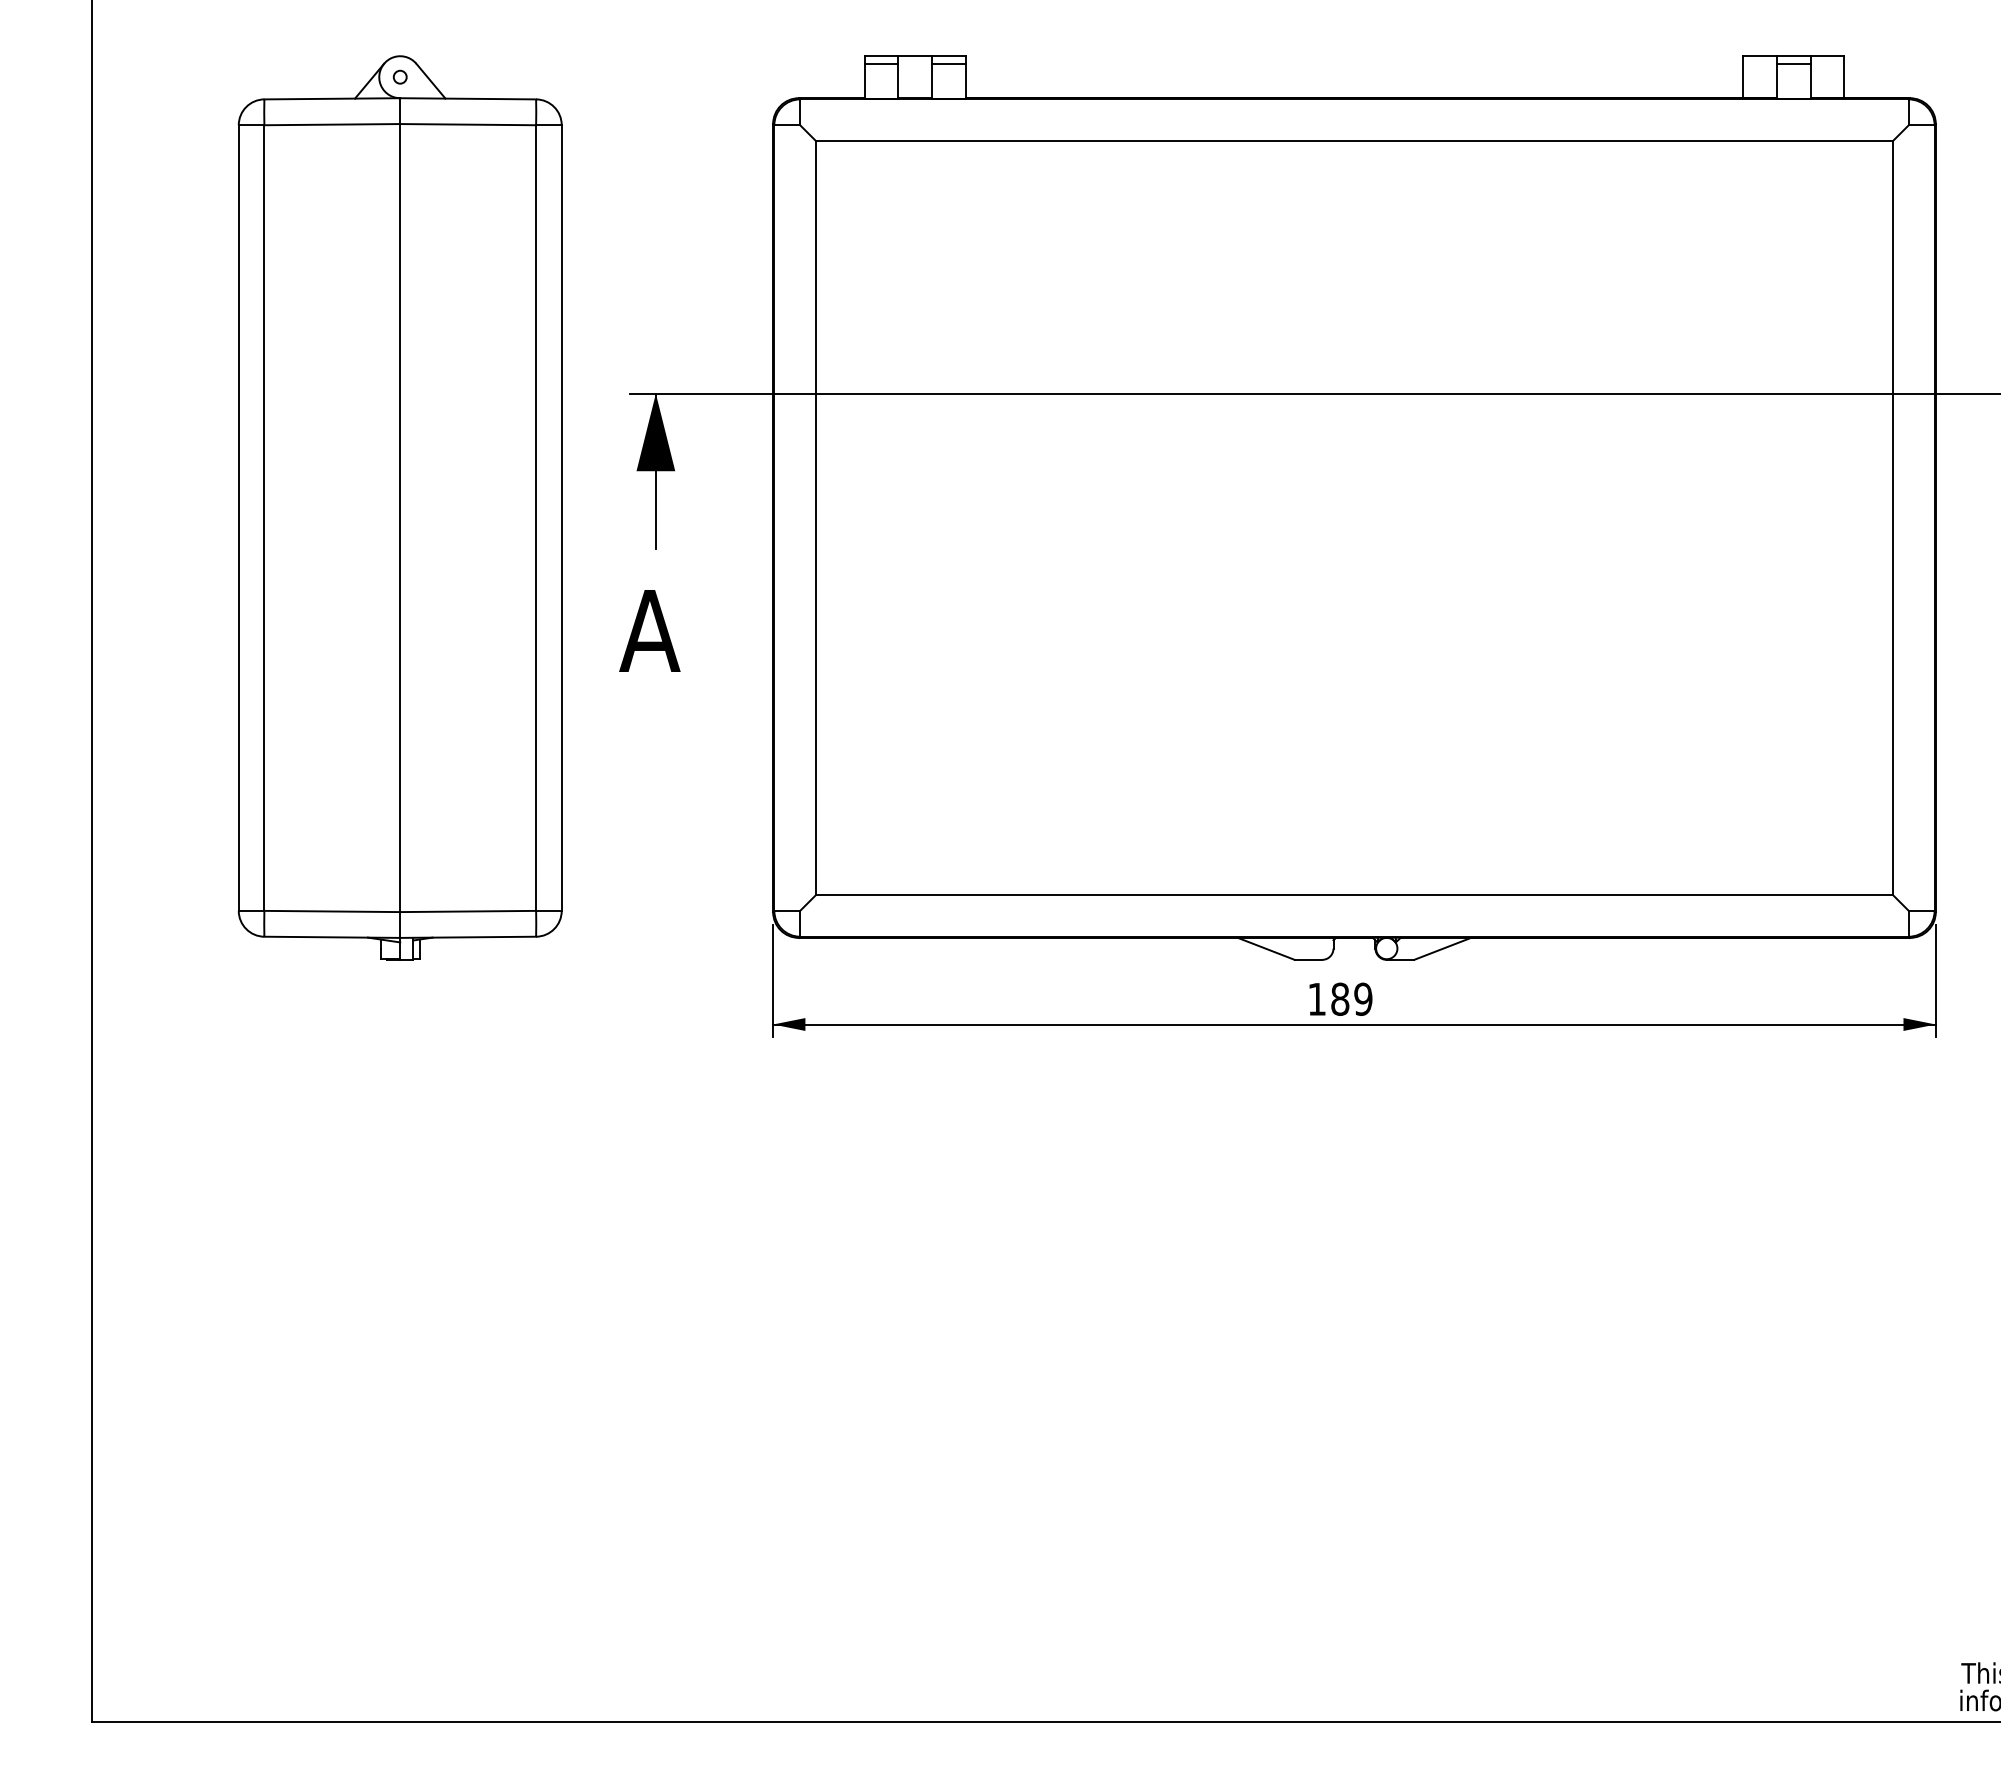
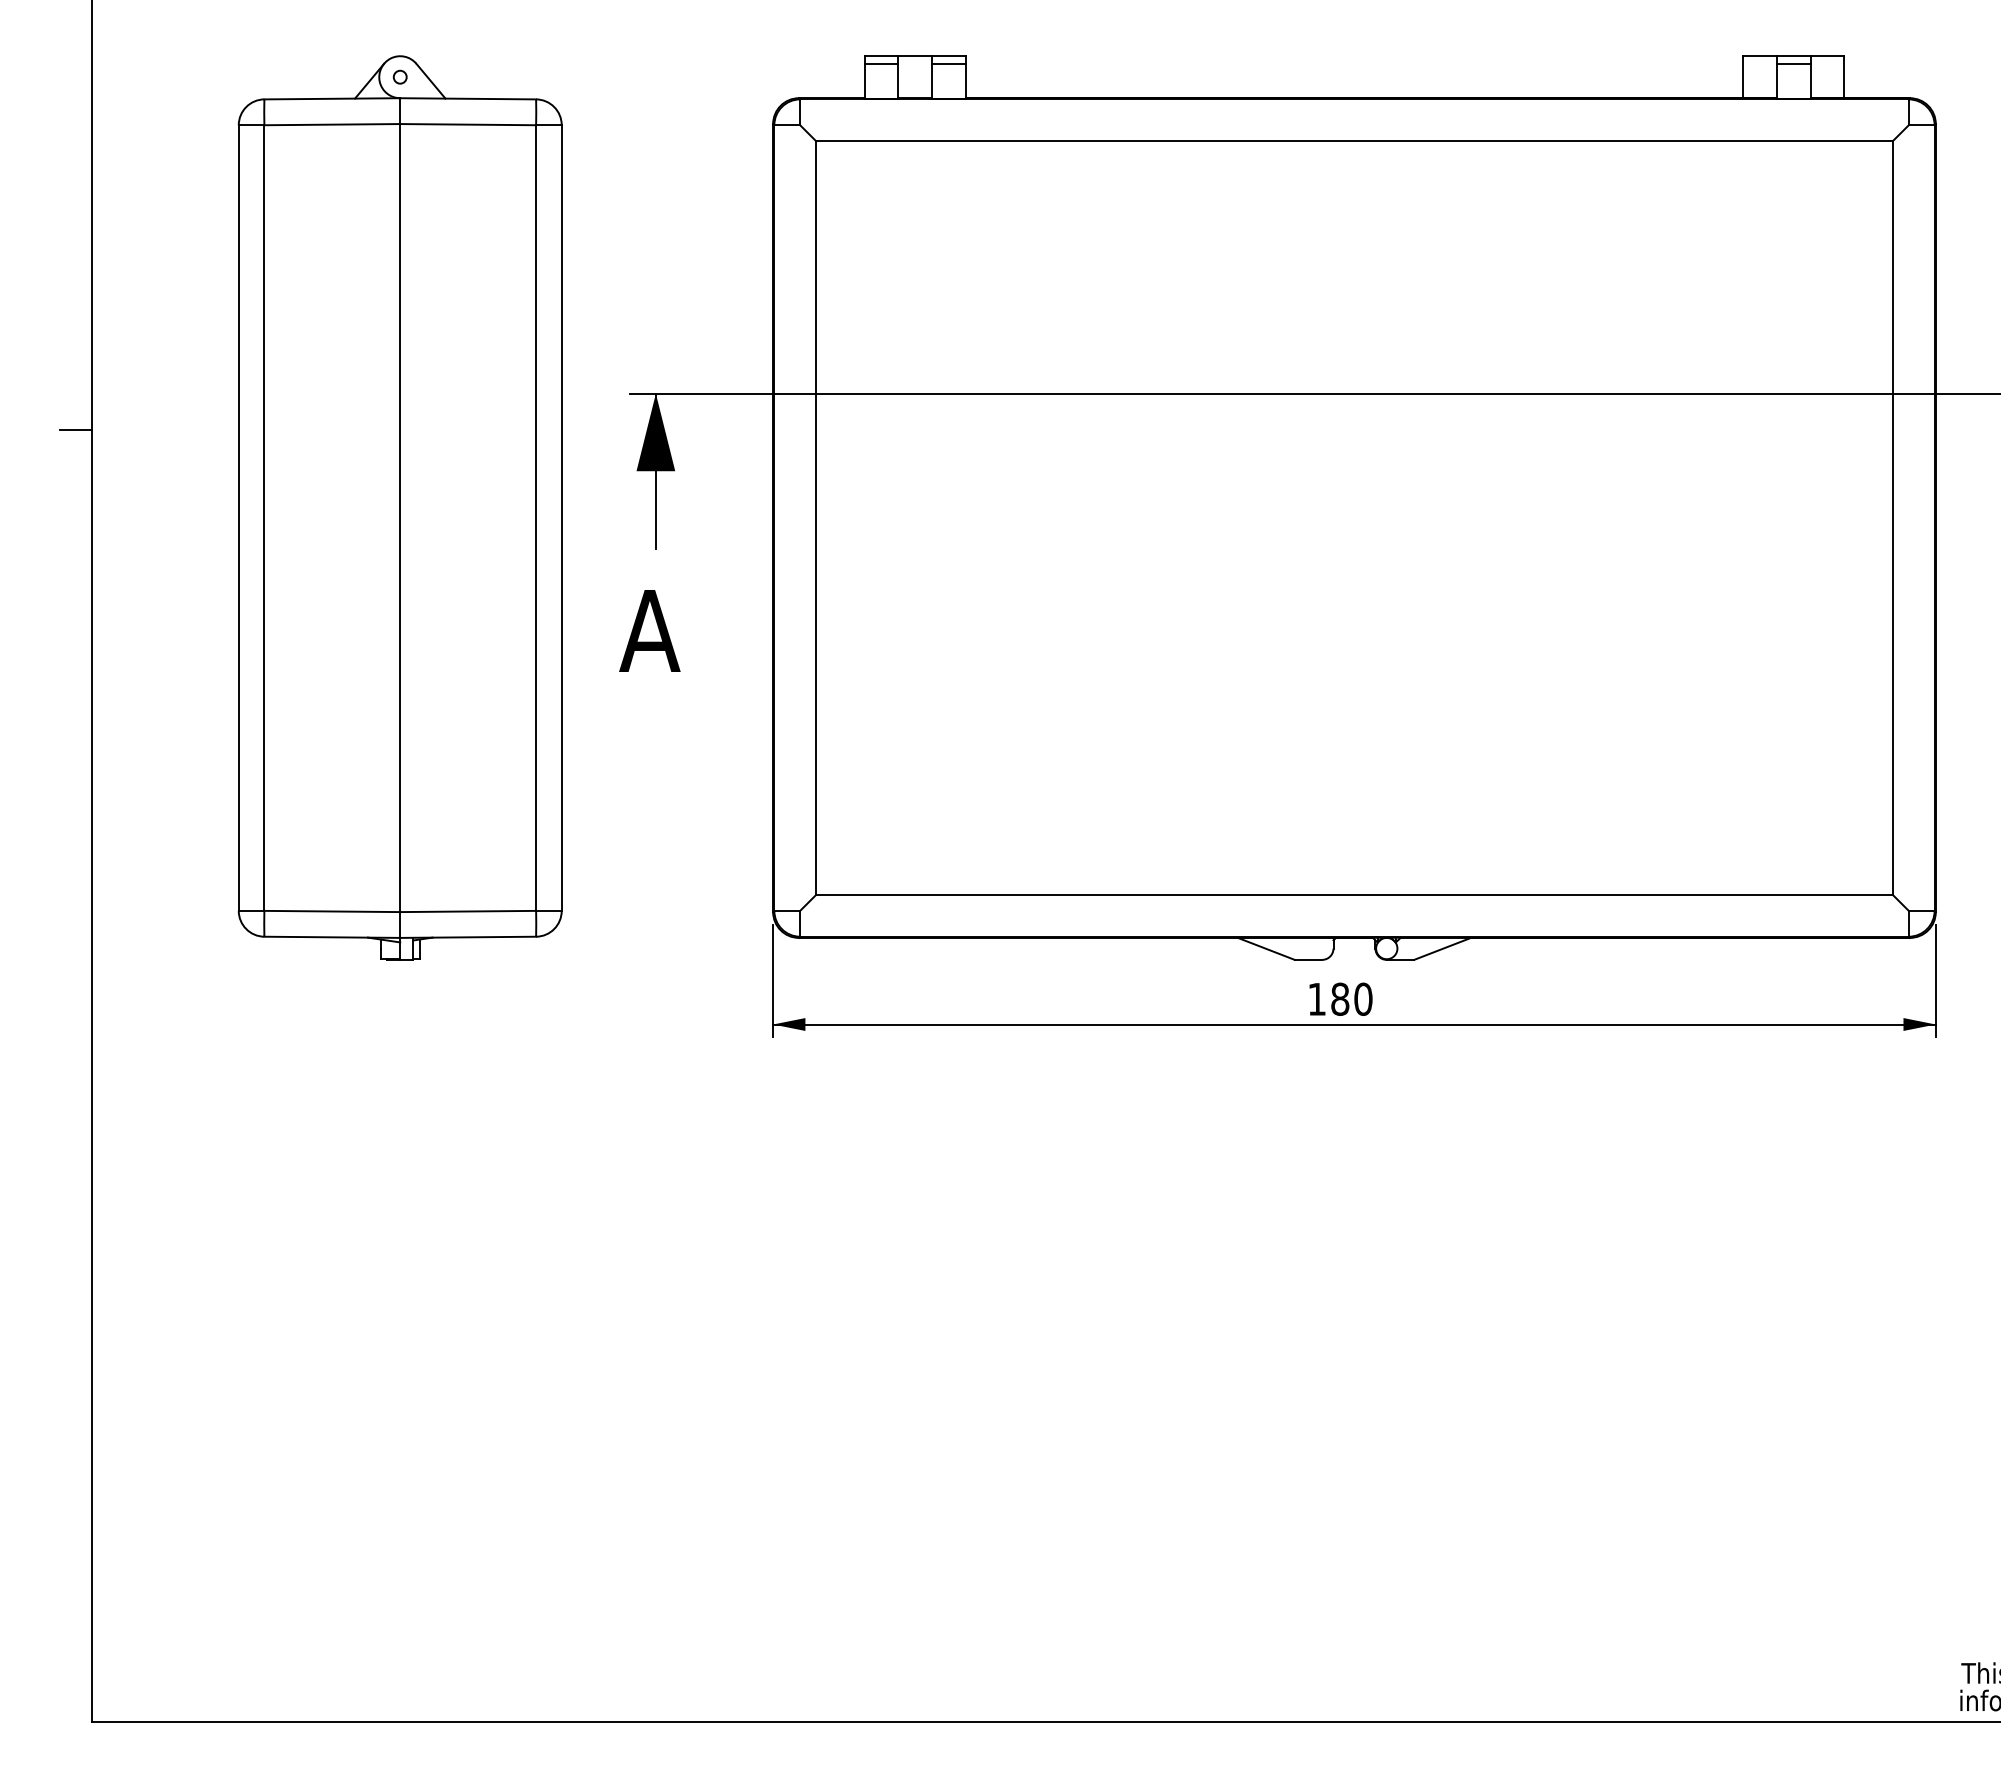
line at (76, 429): none -> present
text at (1363, 998): 189 -> 180
